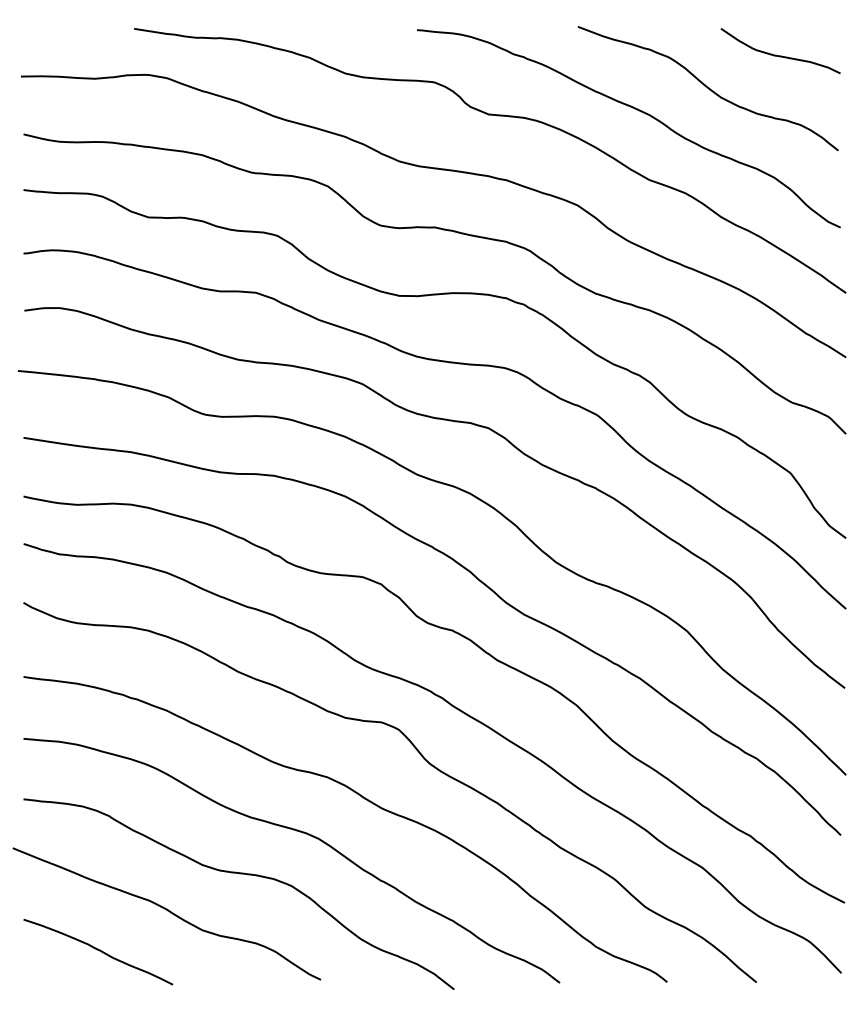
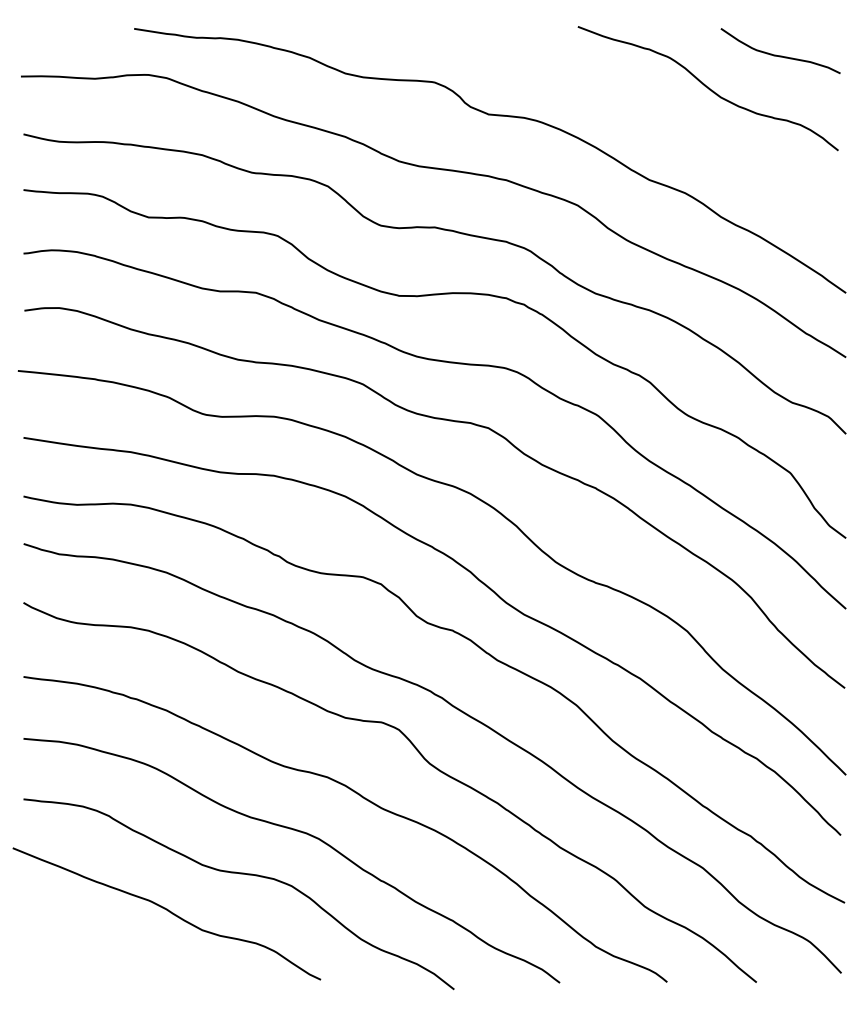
curve at (636, 110): present -> none
curve at (98, 950): present -> none
